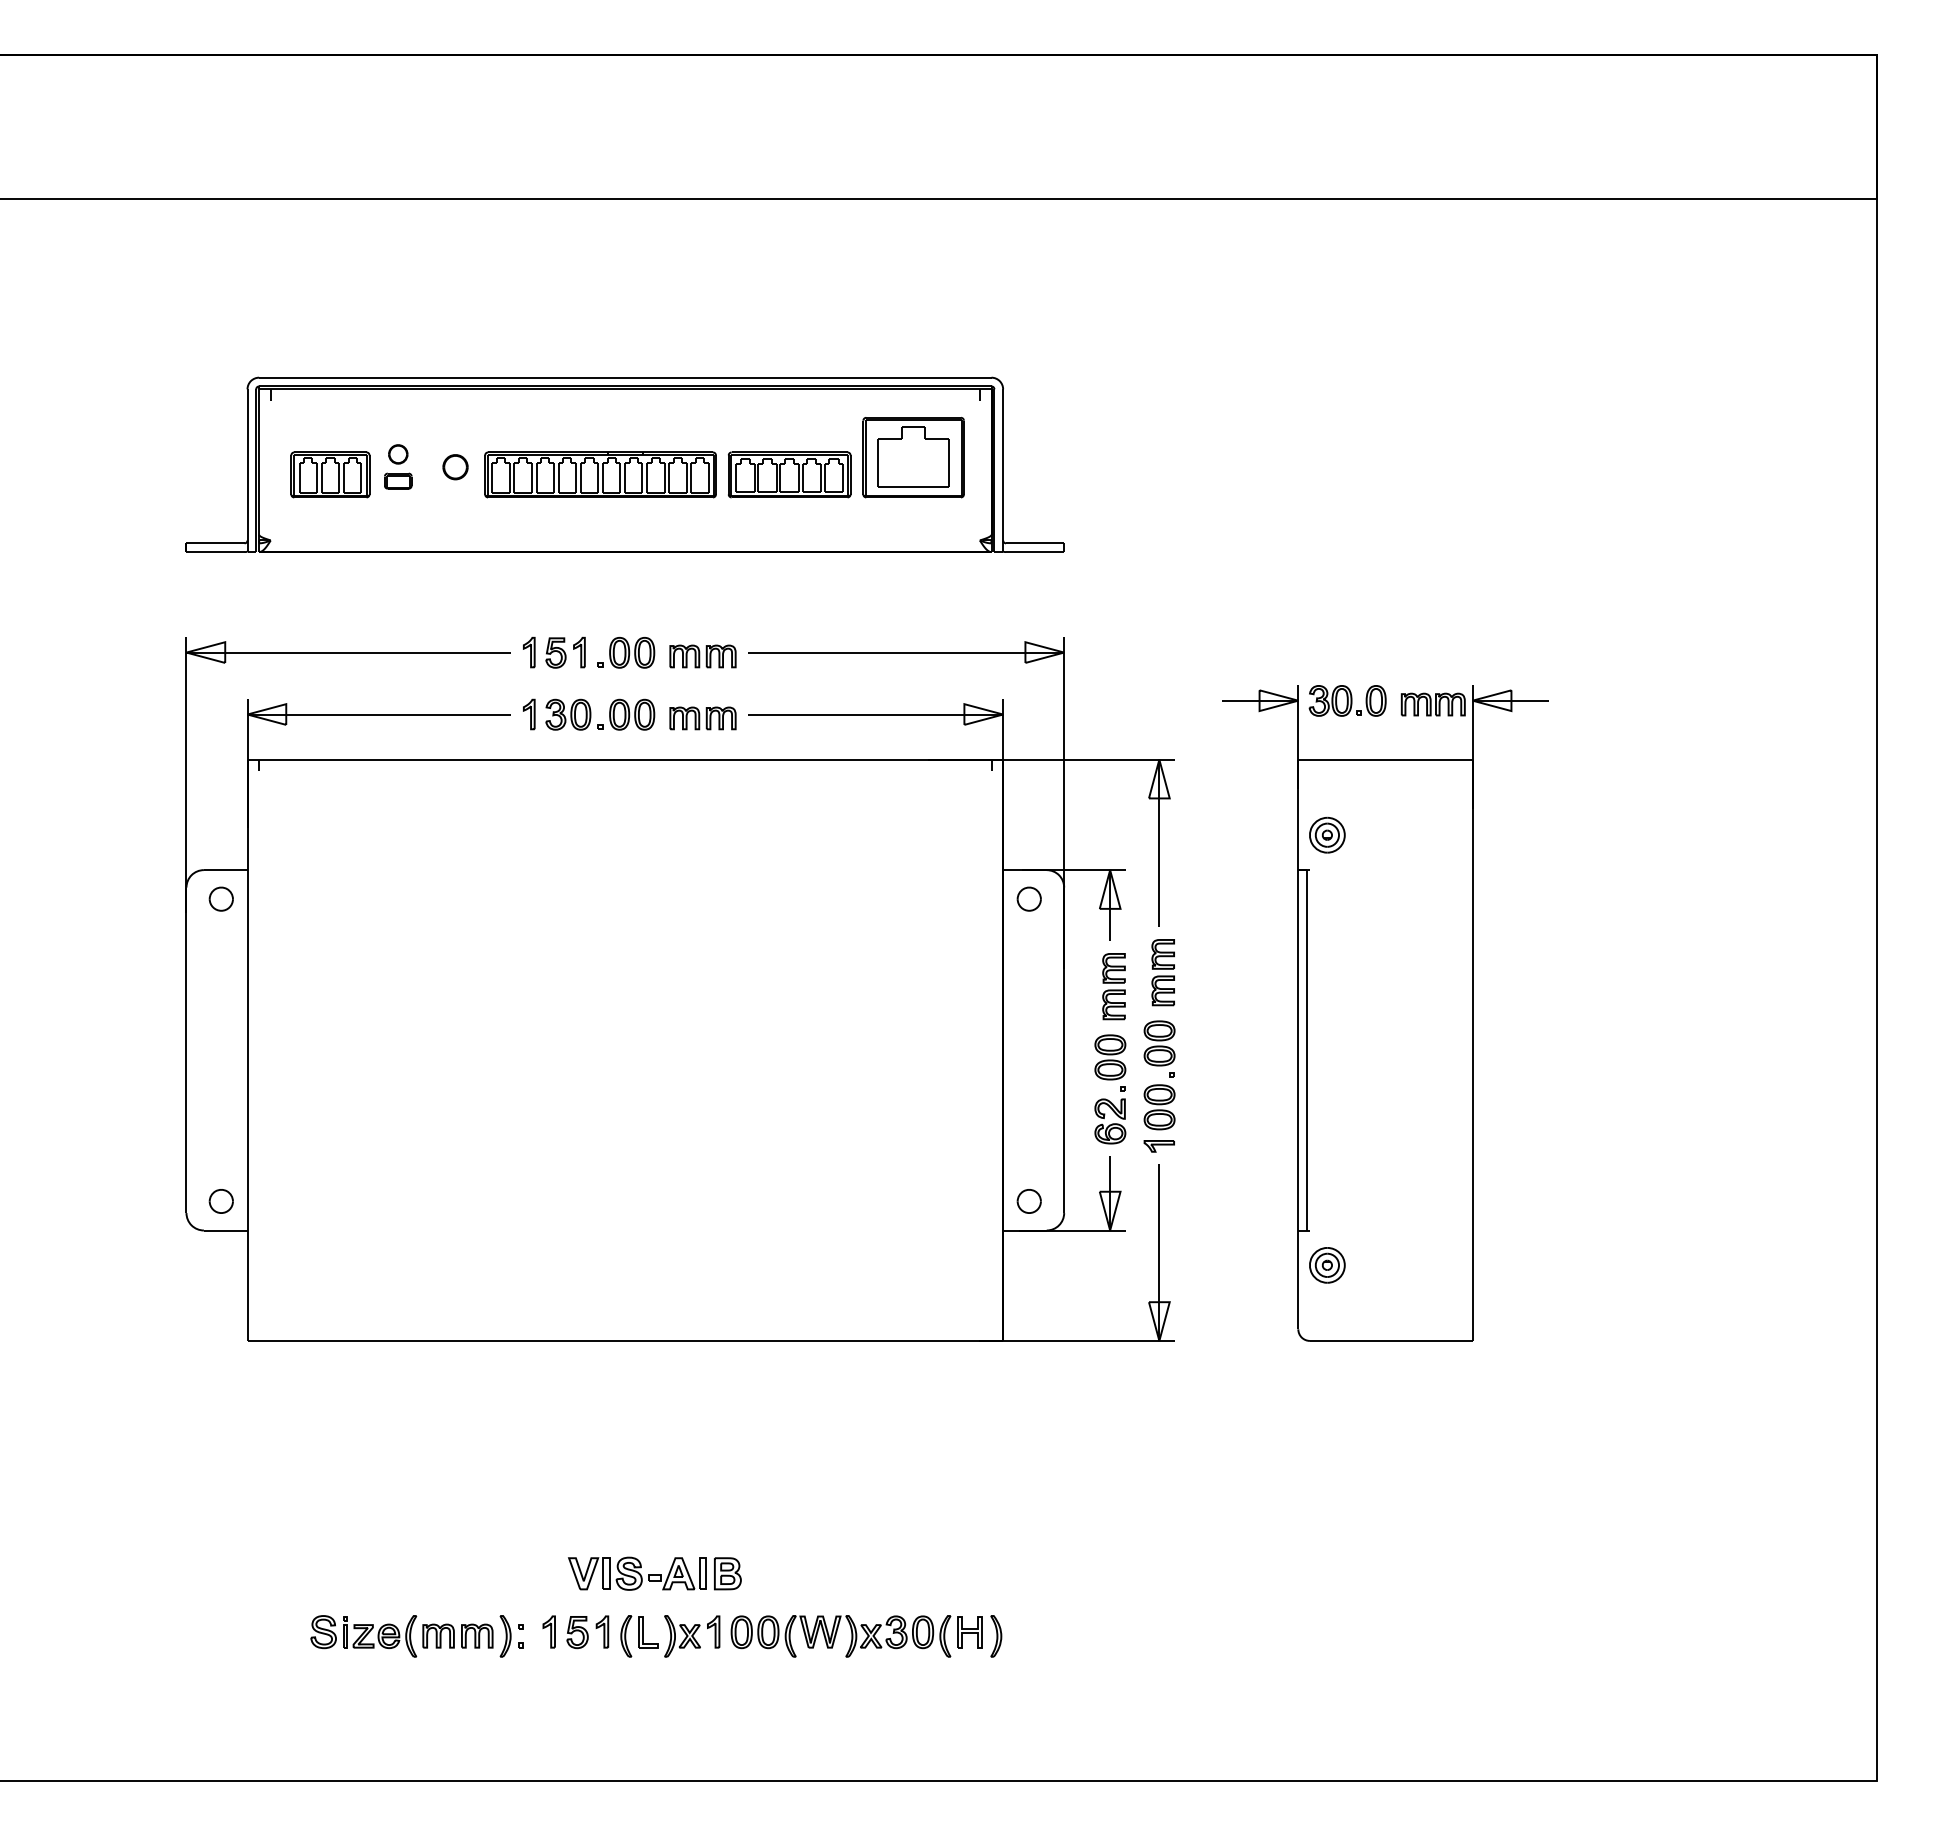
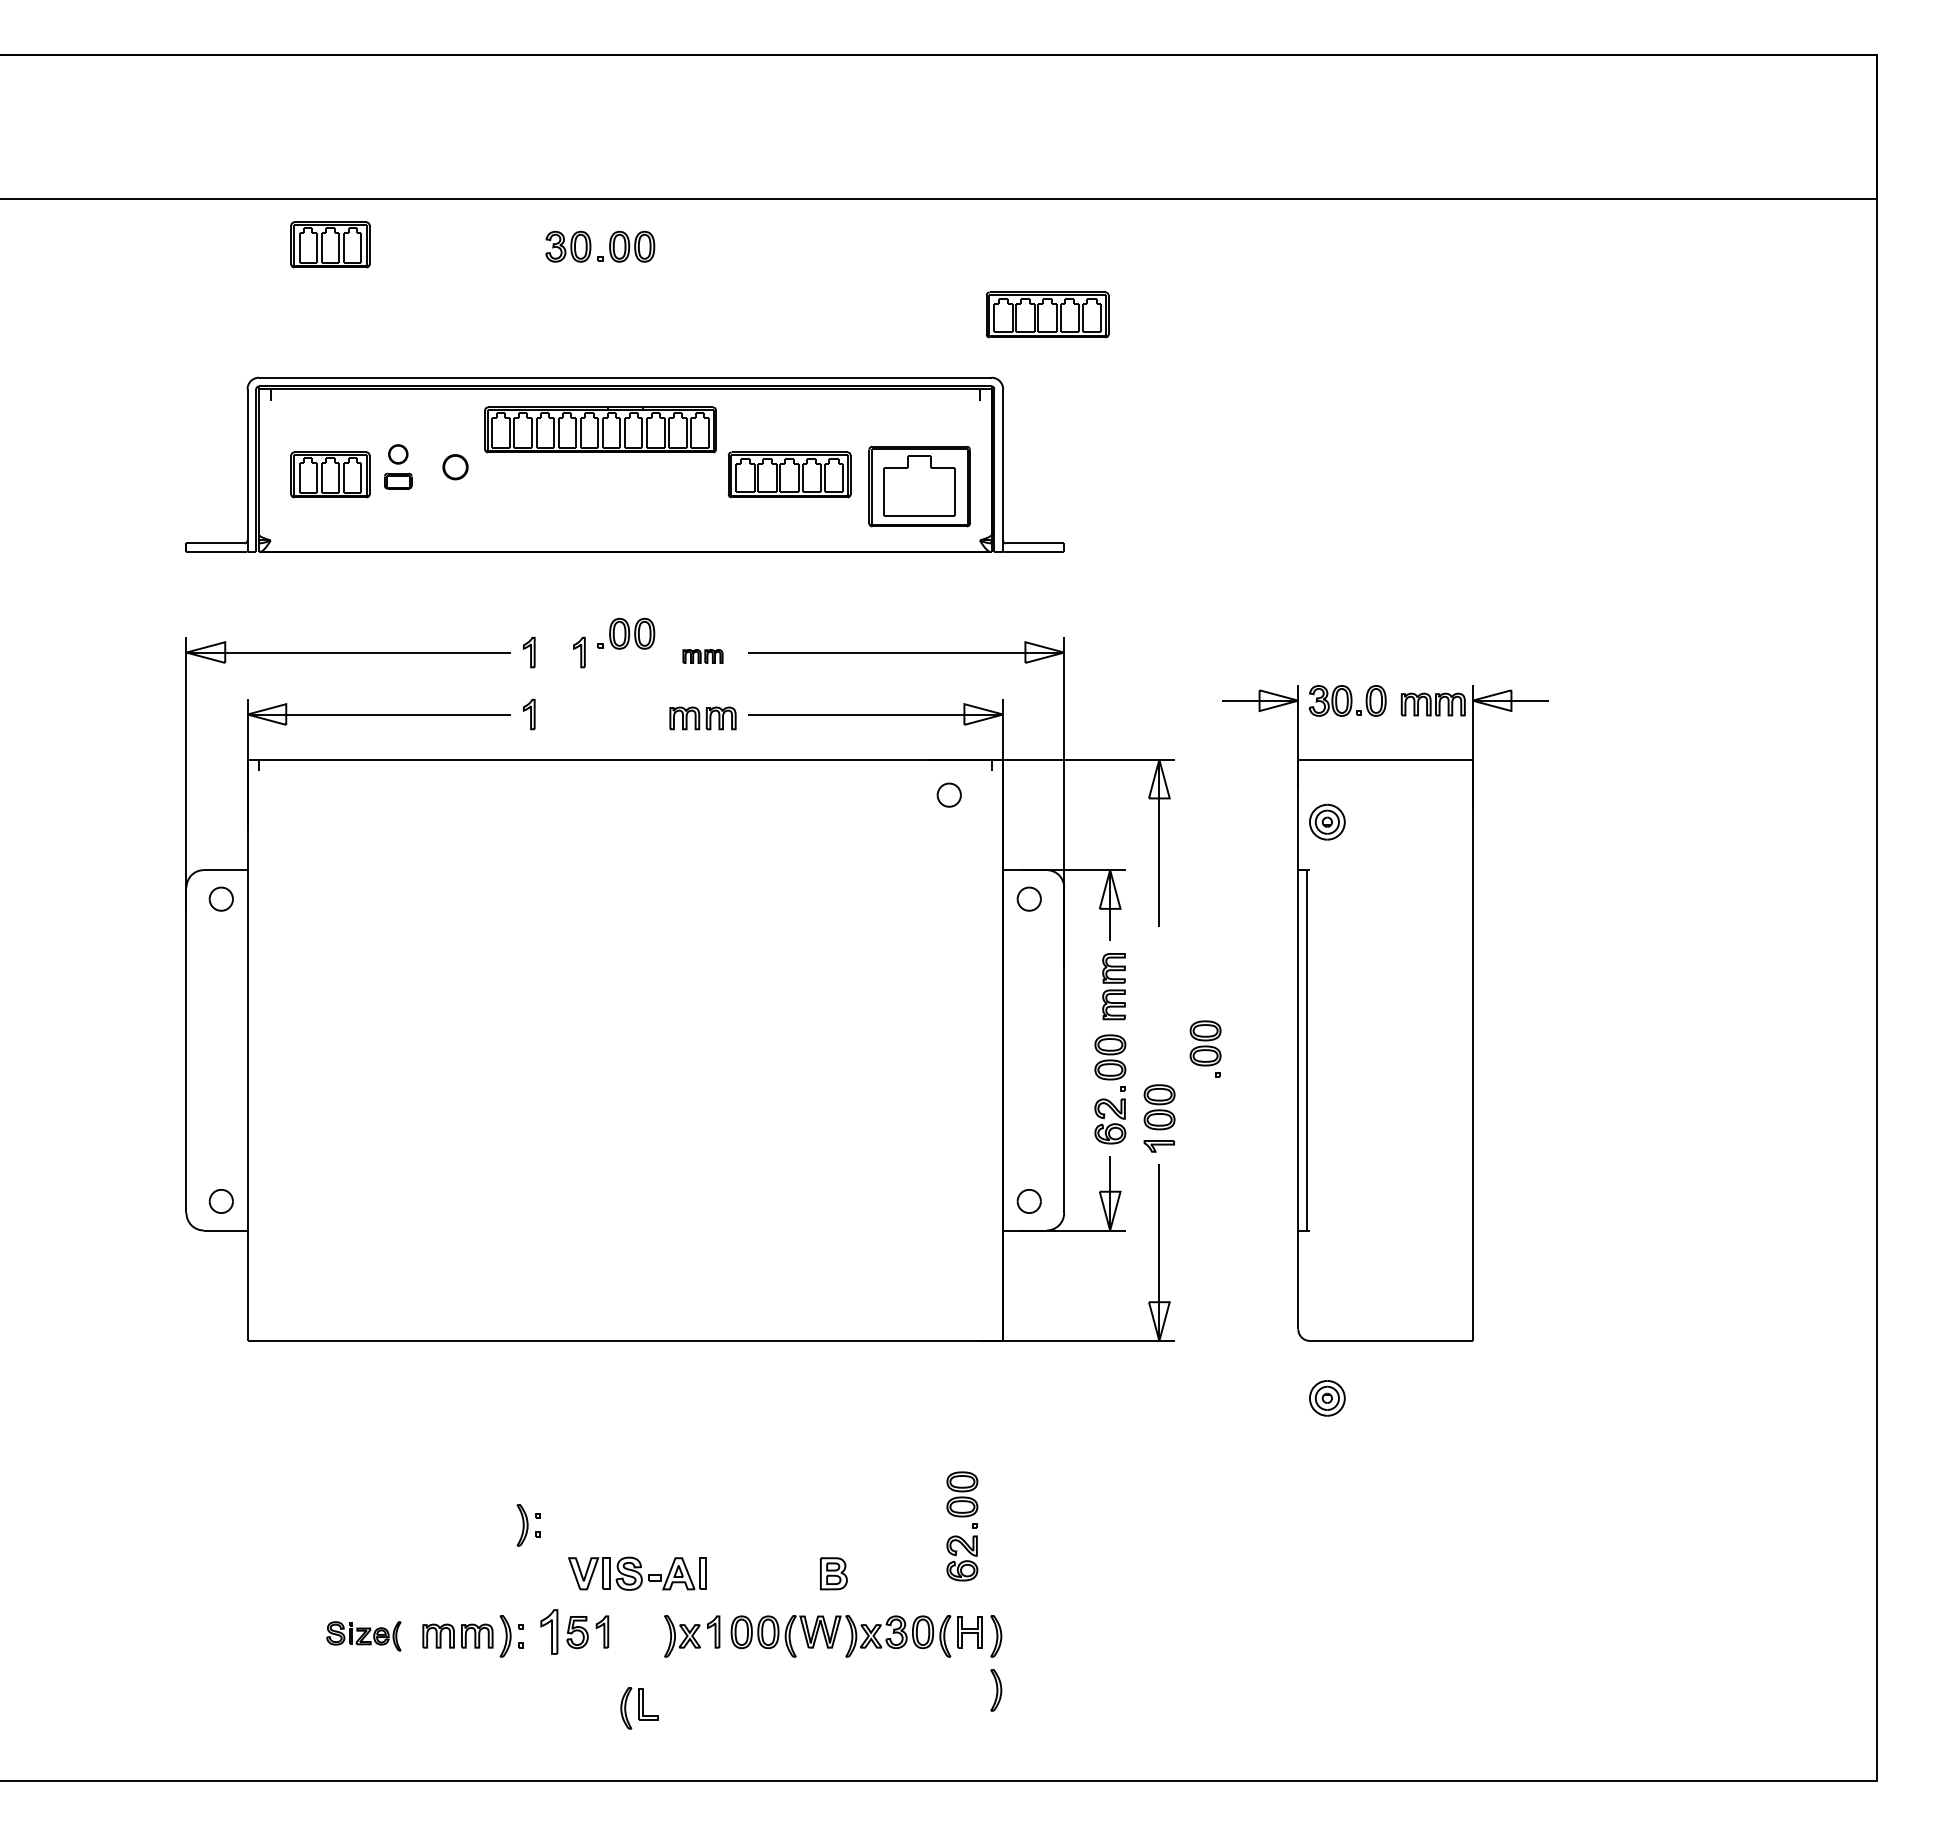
part at (330, 244): none -> present
part at (1047, 314): none -> present
part at (913, 457) position: (913, 457) -> (919, 486)
part at (600, 474) position: (600, 474) -> (600, 429)
part at (555, 652): present -> none
part at (626, 652) position: (626, 652) -> (626, 633)
part at (702, 656) size: 68x25 px -> 42x15 px
part at (591, 714) position: (591, 714) -> (591, 246)
part at (948, 794): none -> present
part at (1327, 834) position: (1327, 834) -> (1327, 821)
part at (1162, 972): present -> none
part at (1159, 1048) position: (1159, 1048) -> (1205, 1048)
part at (1327, 1265) position: (1327, 1265) -> (1327, 1398)
part at (962, 1517): none -> present
part at (528, 1525): none -> present
part at (727, 1573) position: (727, 1573) -> (833, 1573)
part at (548, 1631) size: 14x34 px -> 19x46 px
part at (363, 1636) size: 108x43 px -> 76x31 px
part at (639, 1636) position: (639, 1636) -> (639, 1708)
part at (996, 1690): none -> present
